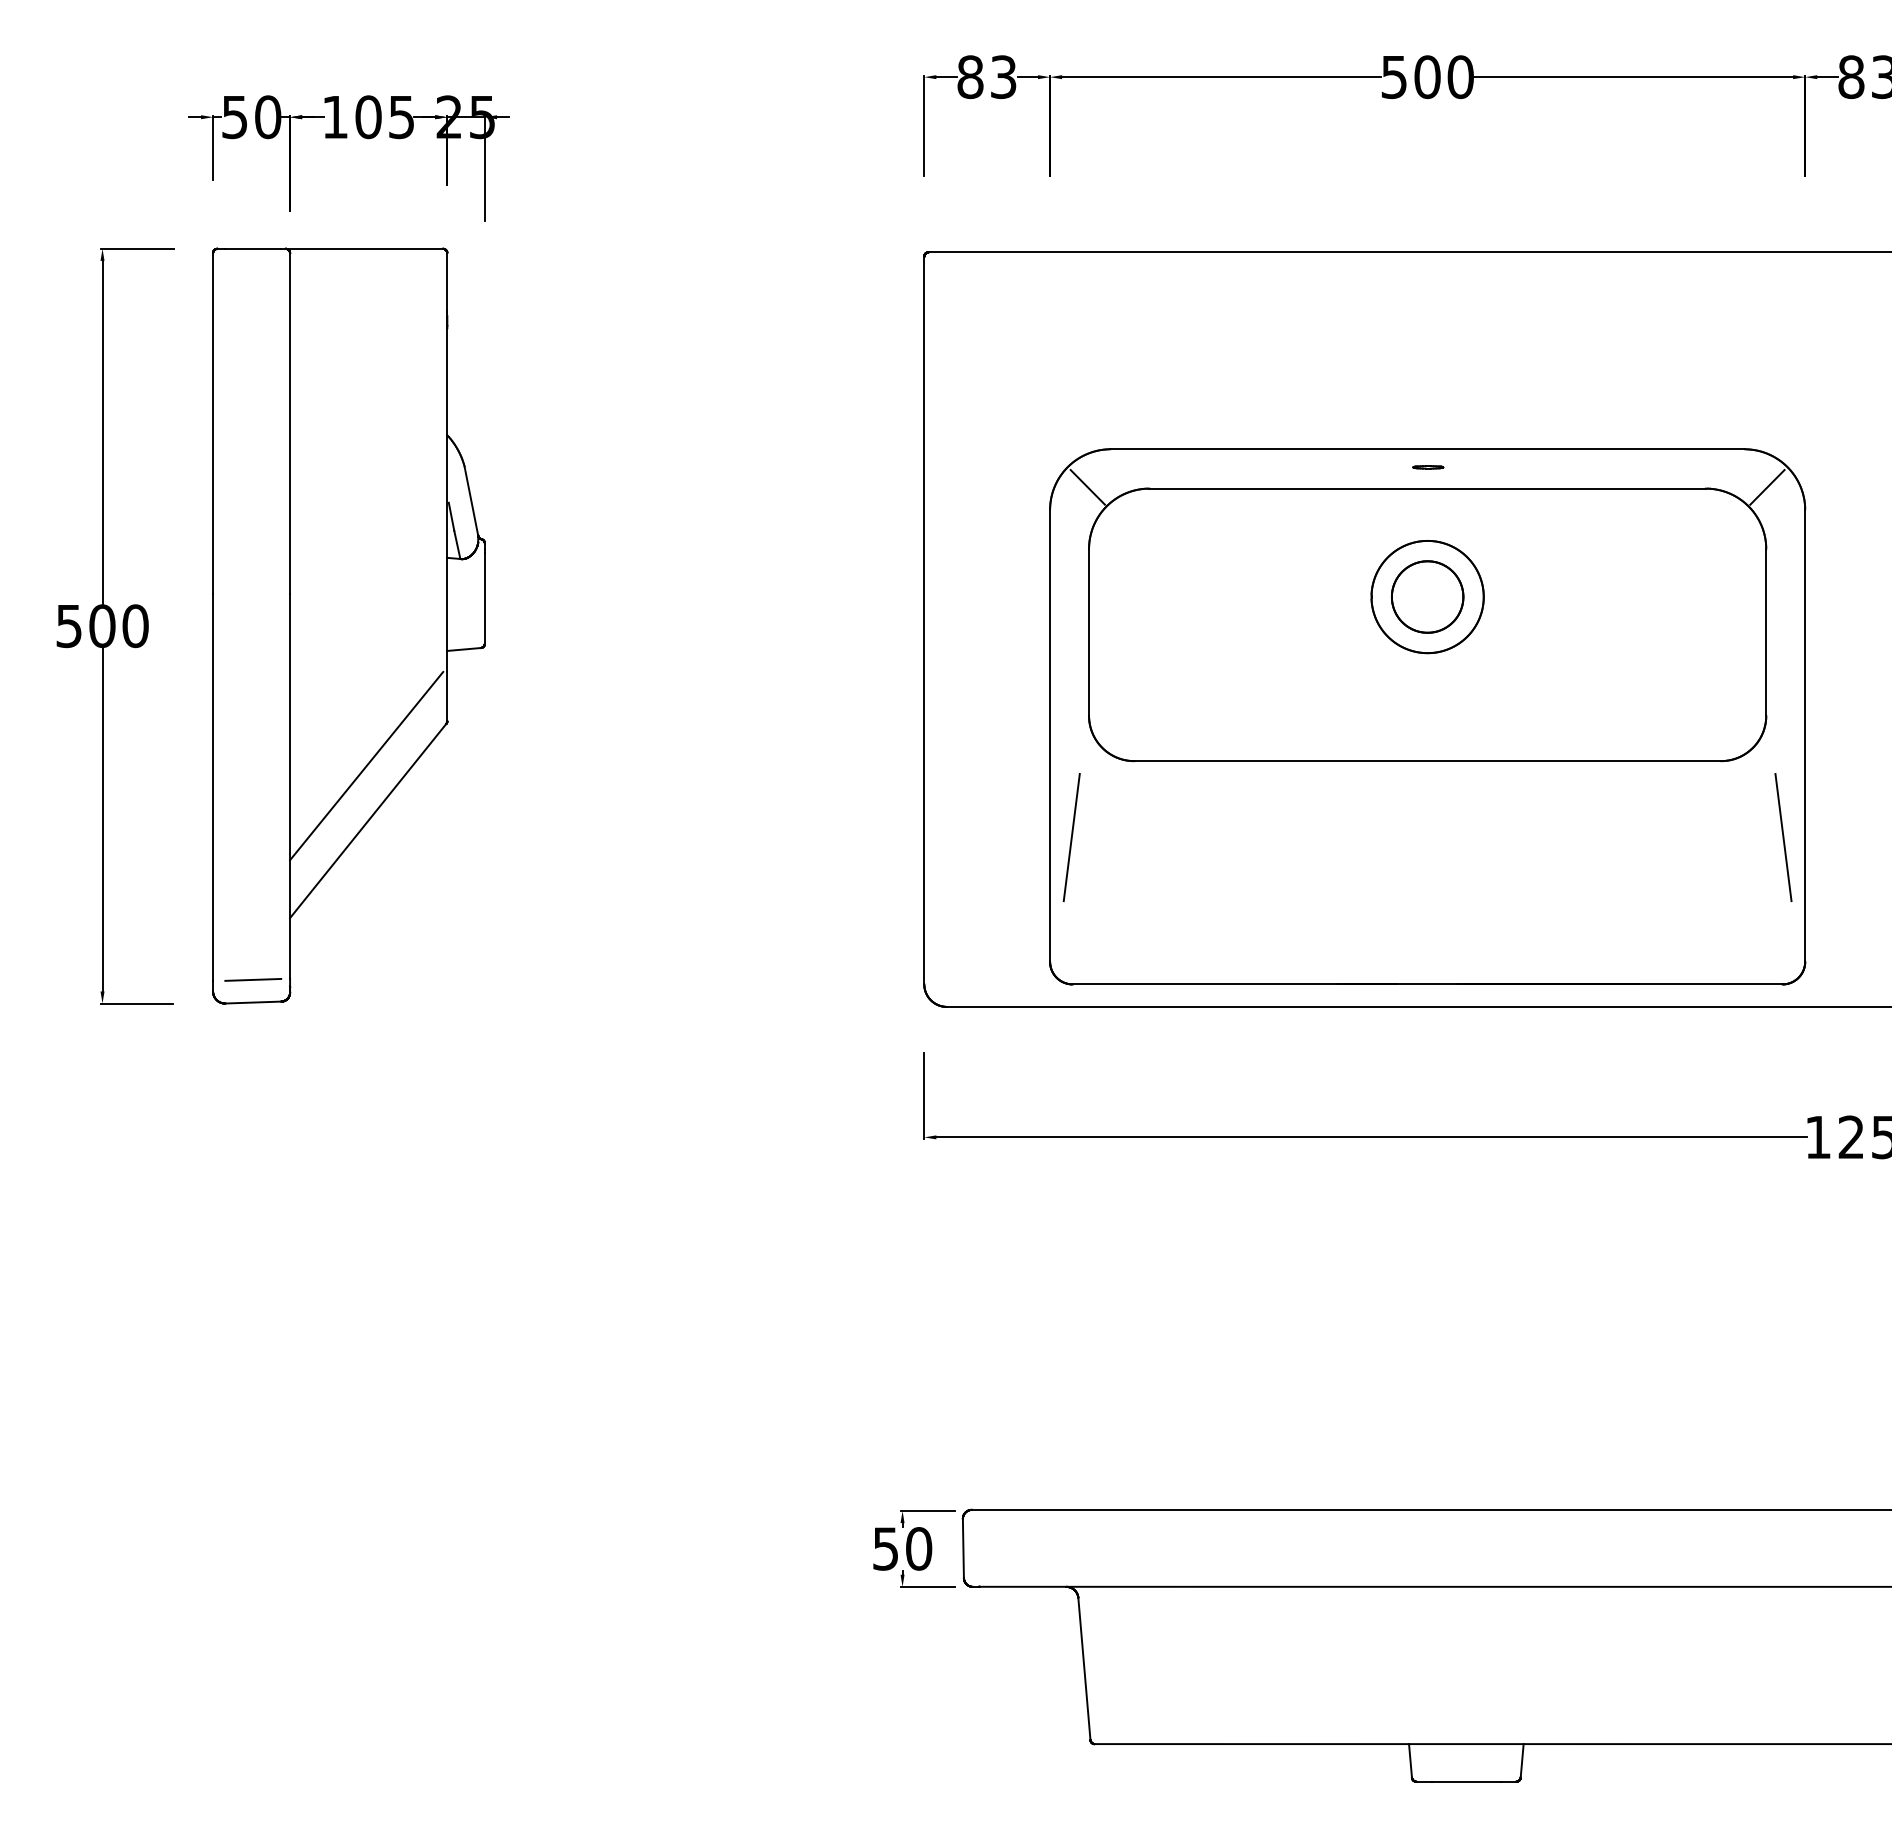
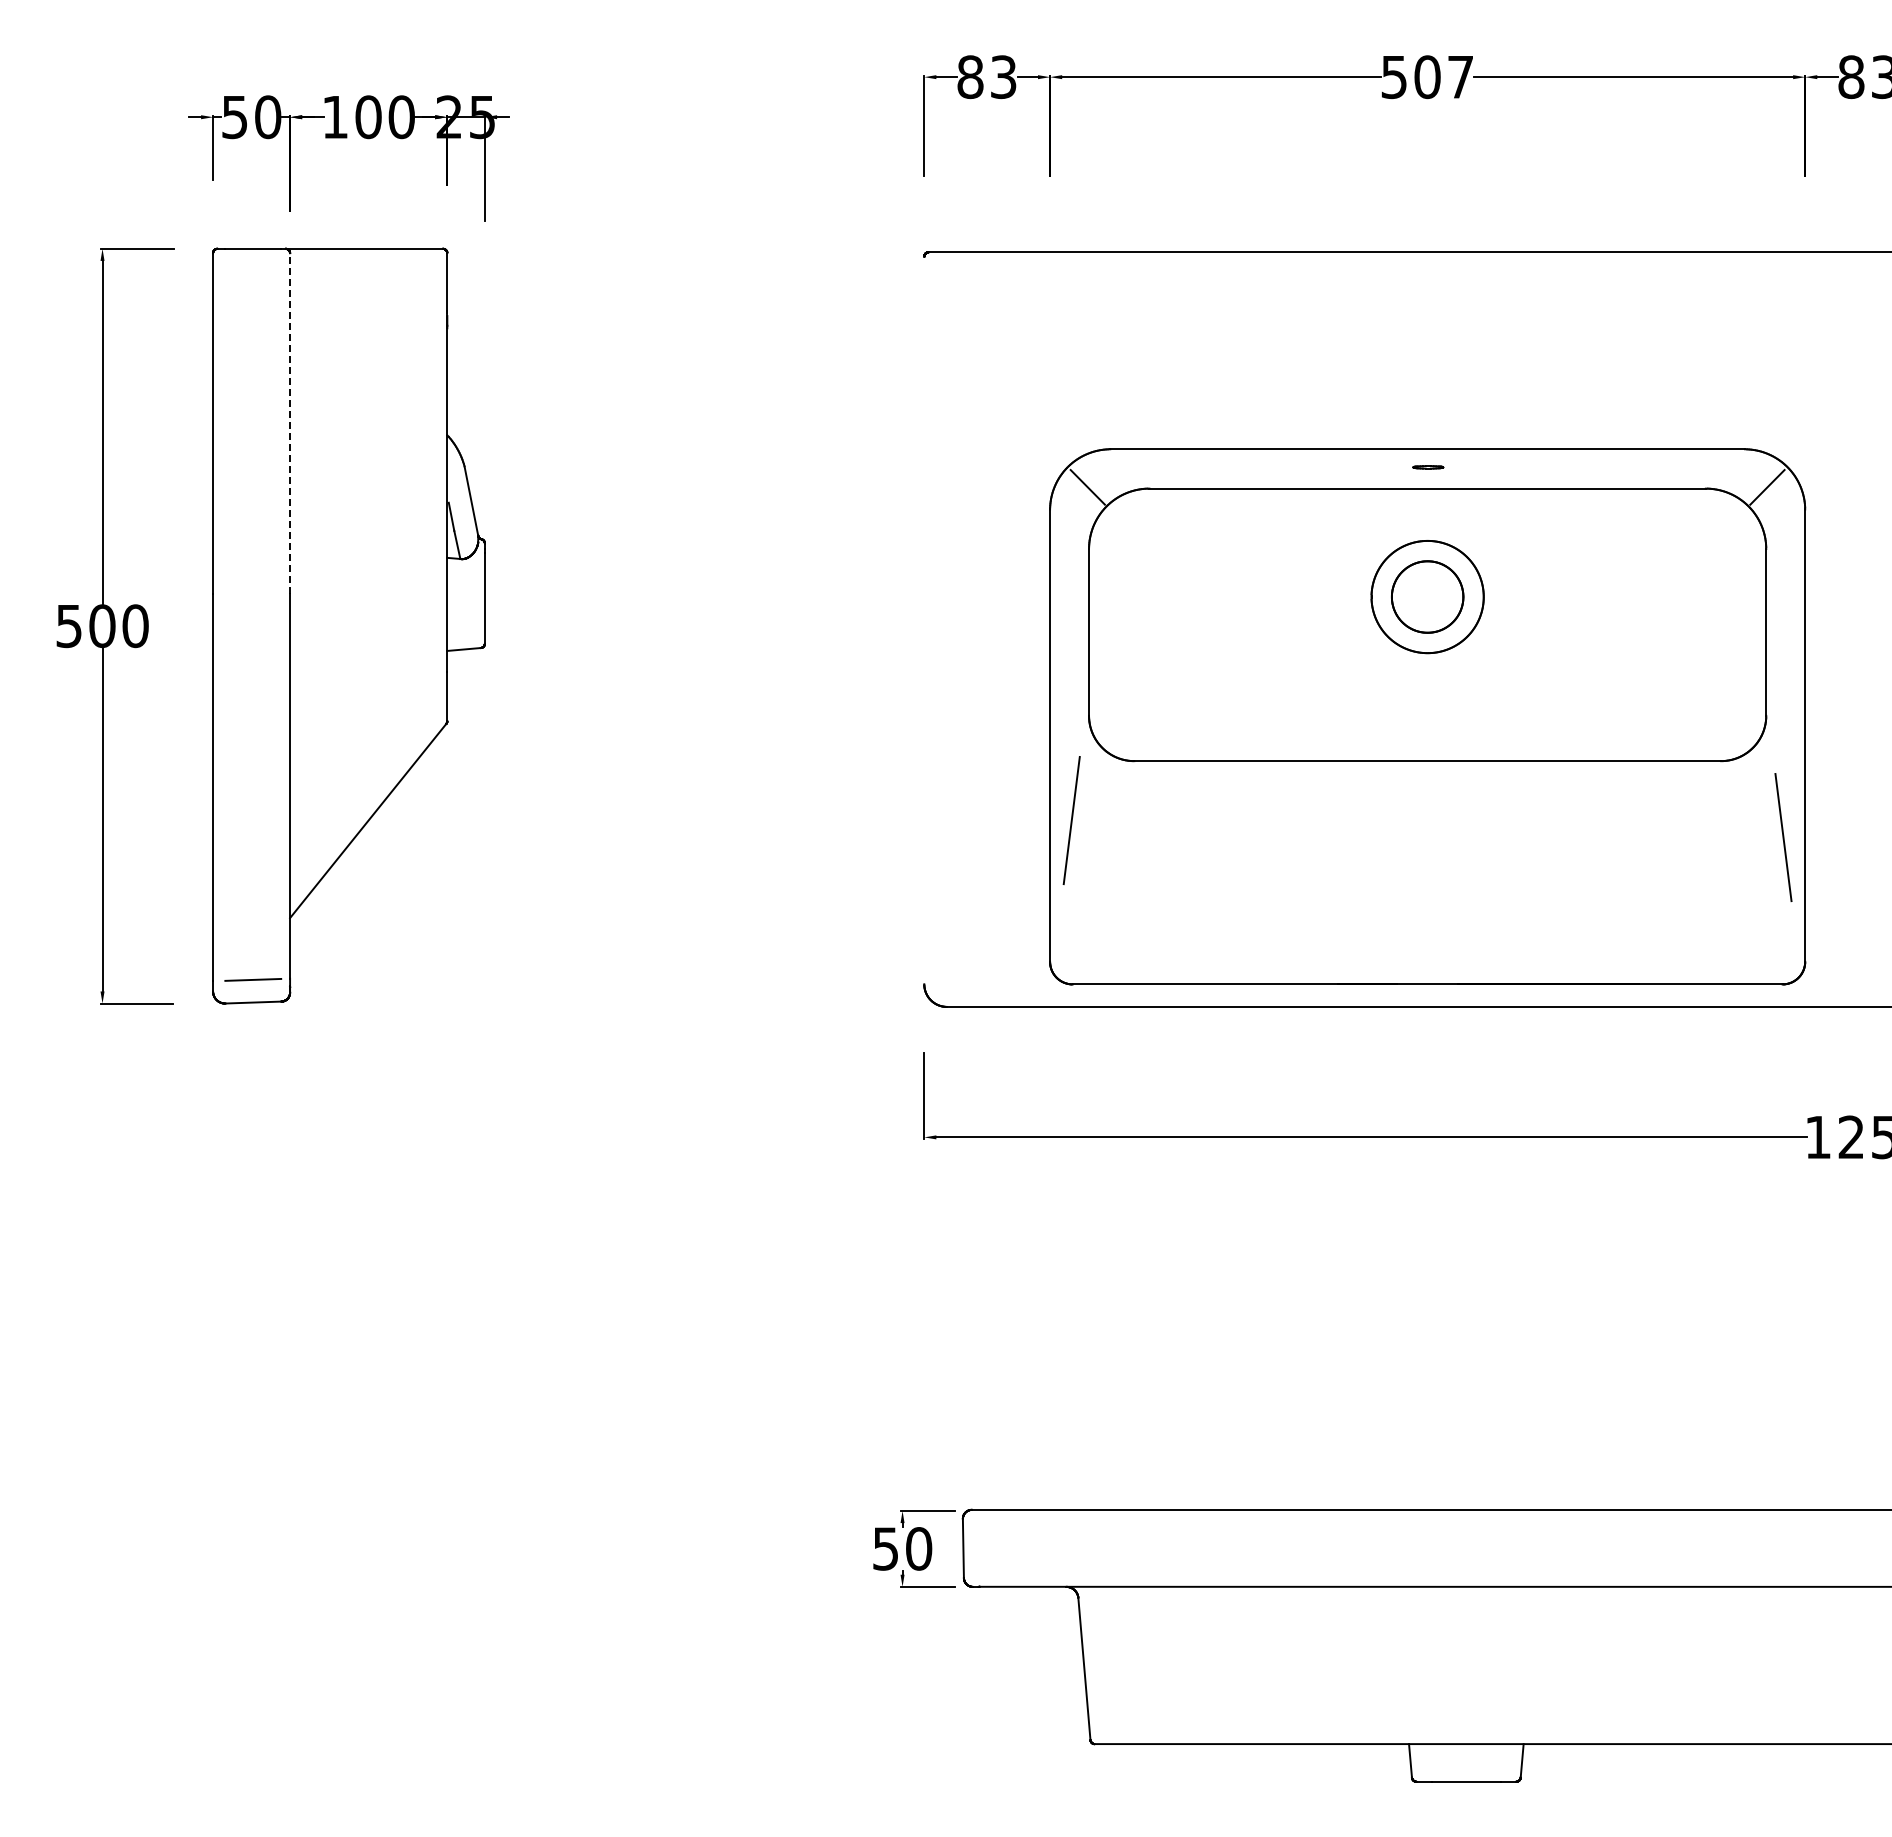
text at (1460, 77): 500 -> 507
text at (401, 117): 105 -> 100
line at (290, 423): solid -> dashed
line at (924, 620): present -> none
line at (366, 765): present -> none
line at (1071, 837) position: (1071, 837) -> (1071, 820)
